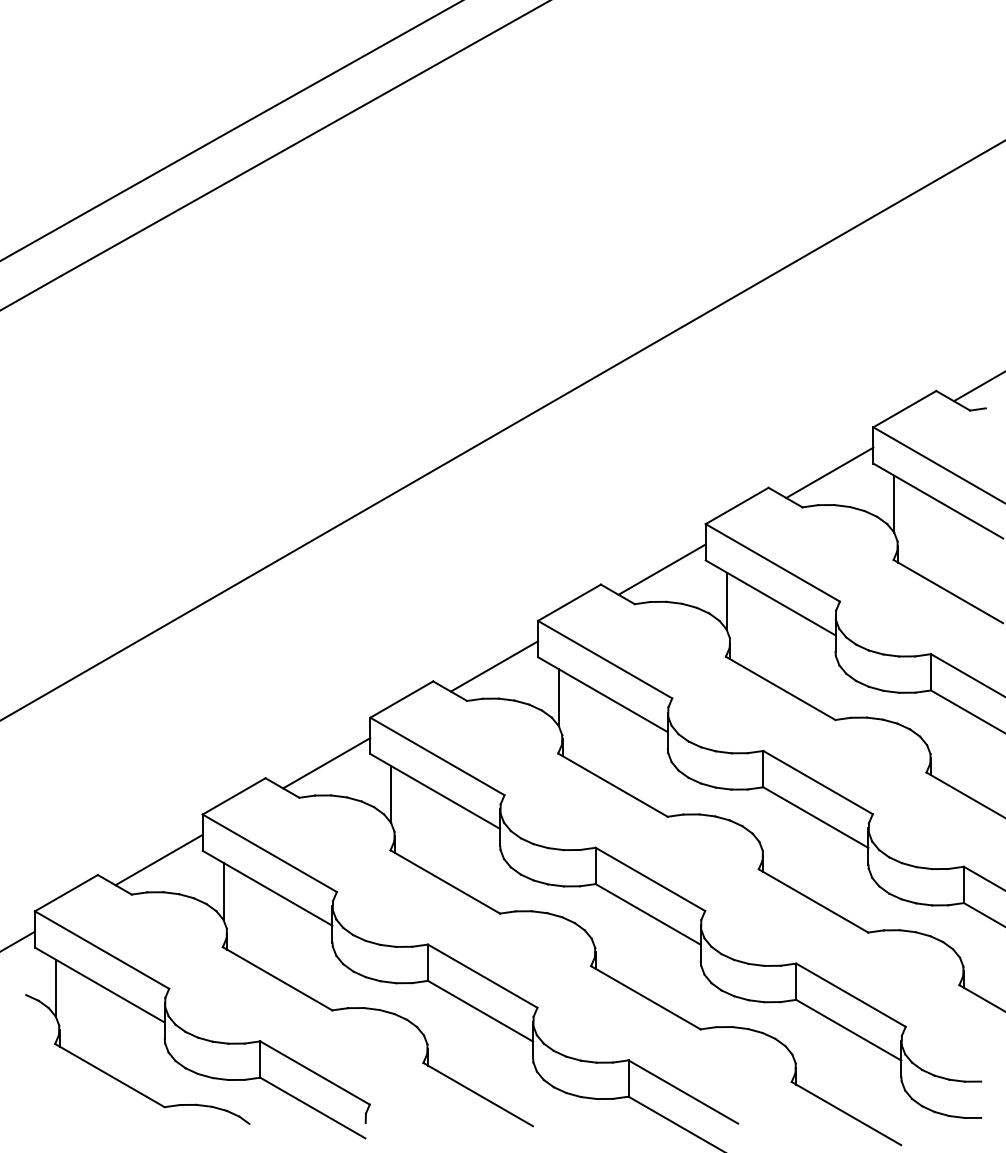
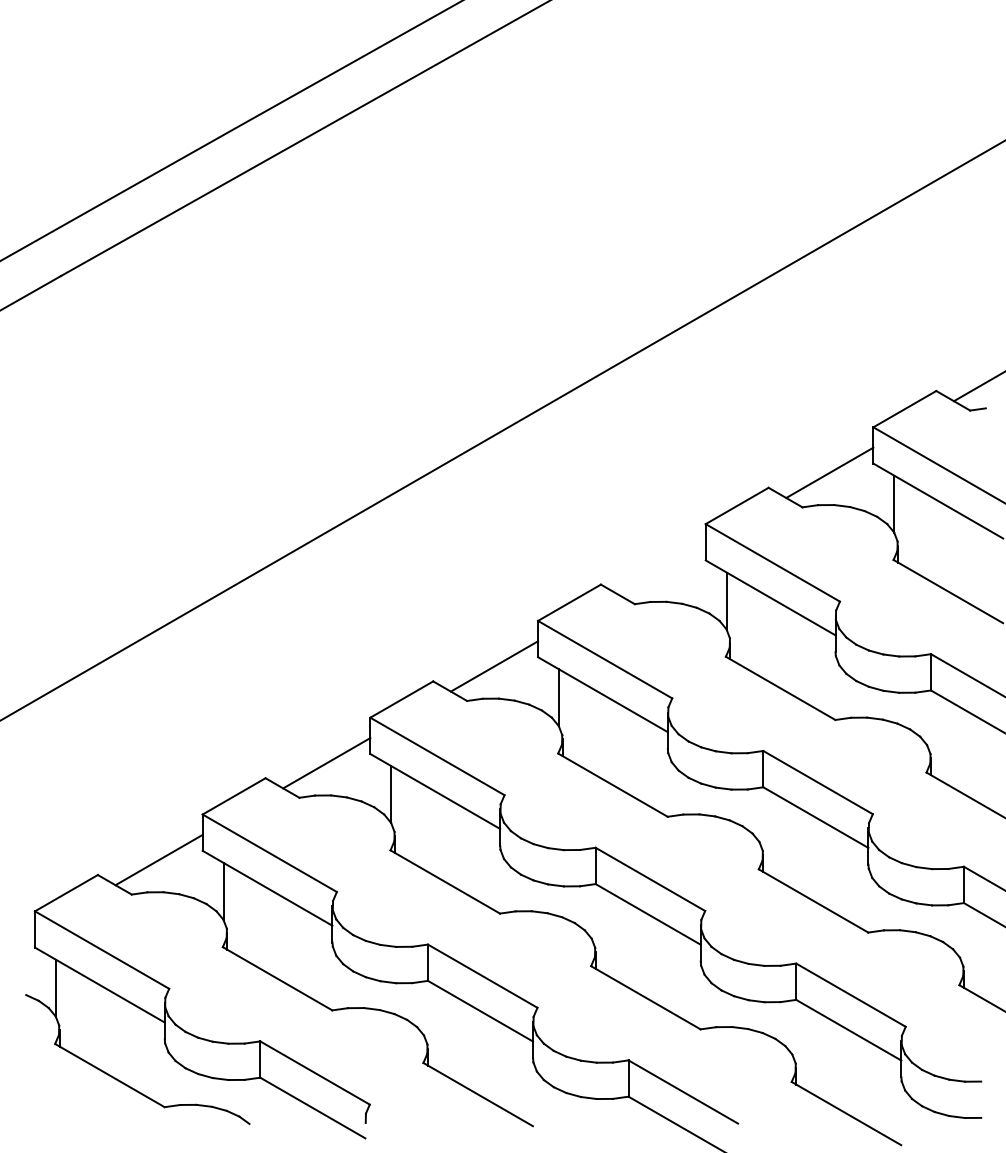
line at (661, 569): present -> none
line at (18, 940): present -> none
